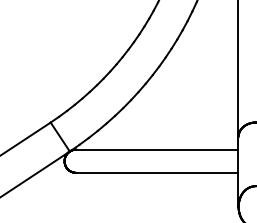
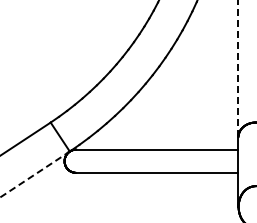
line at (238, 68): solid -> dashed
line at (34, 174): solid -> dashed
